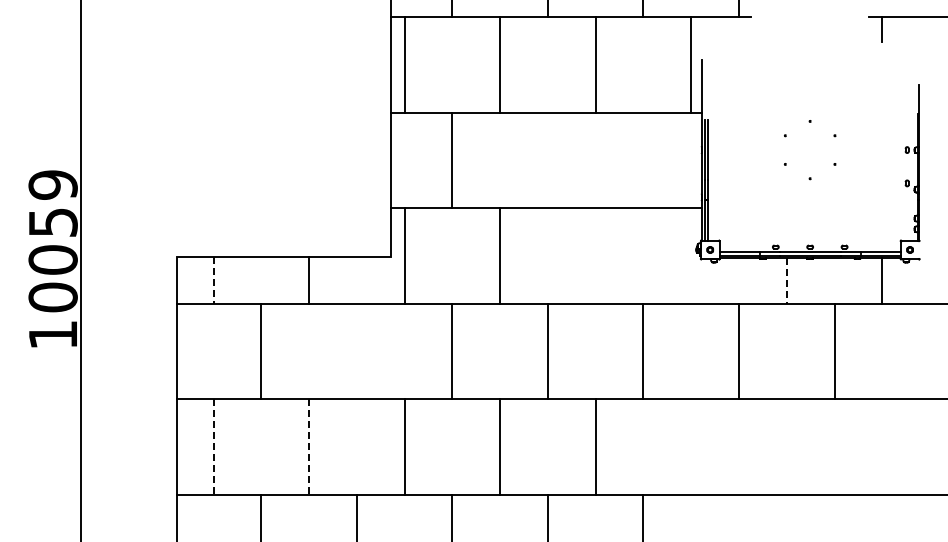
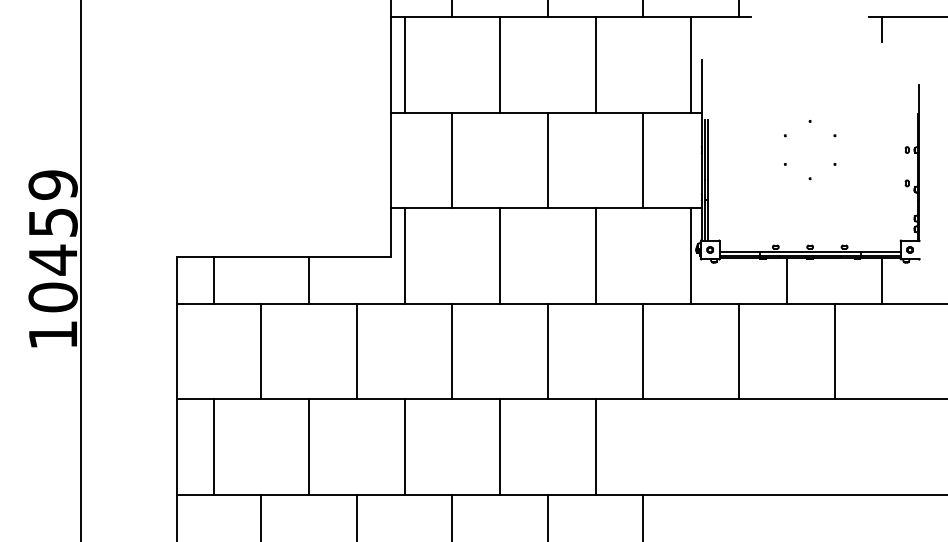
line at (547, 160): none -> present
line at (643, 160): none -> present
line at (595, 255): none -> present
line at (691, 255): none -> present
text at (52, 259): 10059 -> 10459
line at (213, 280): dashed -> solid
line at (786, 281): dashed -> solid
line at (356, 351): none -> present
line at (213, 447): dashed -> solid
line at (309, 447): dashed -> solid
